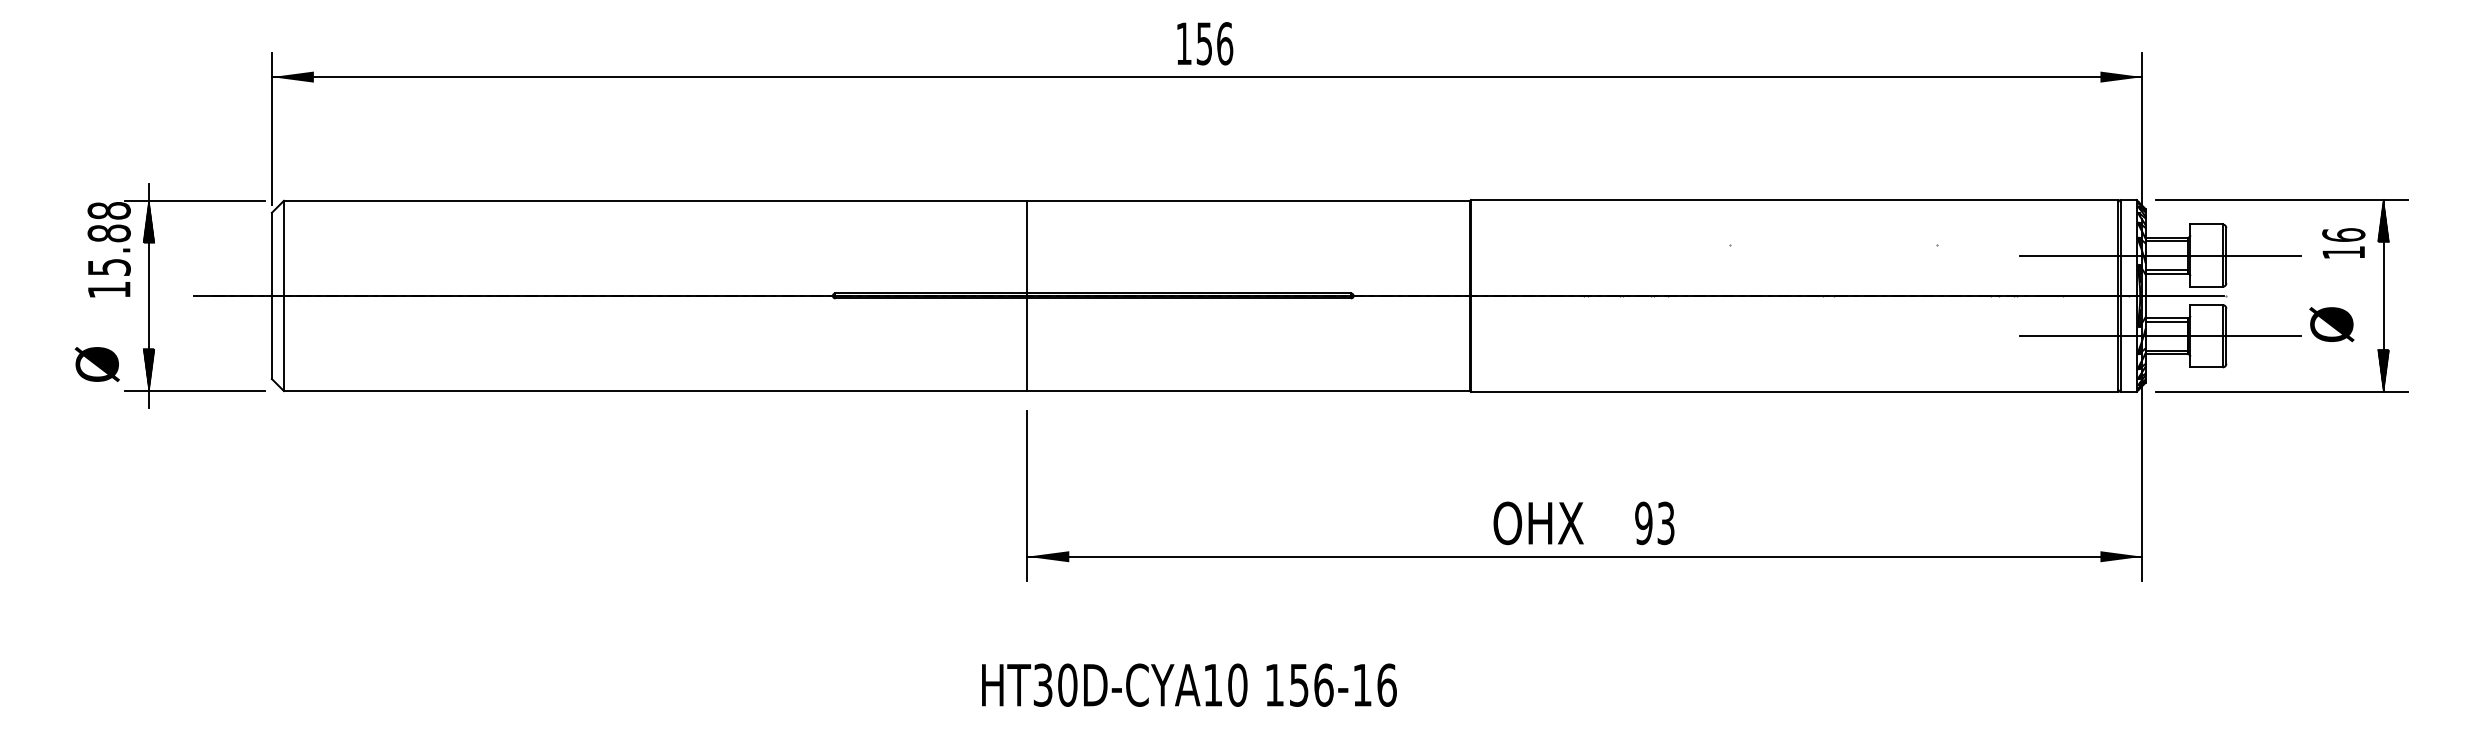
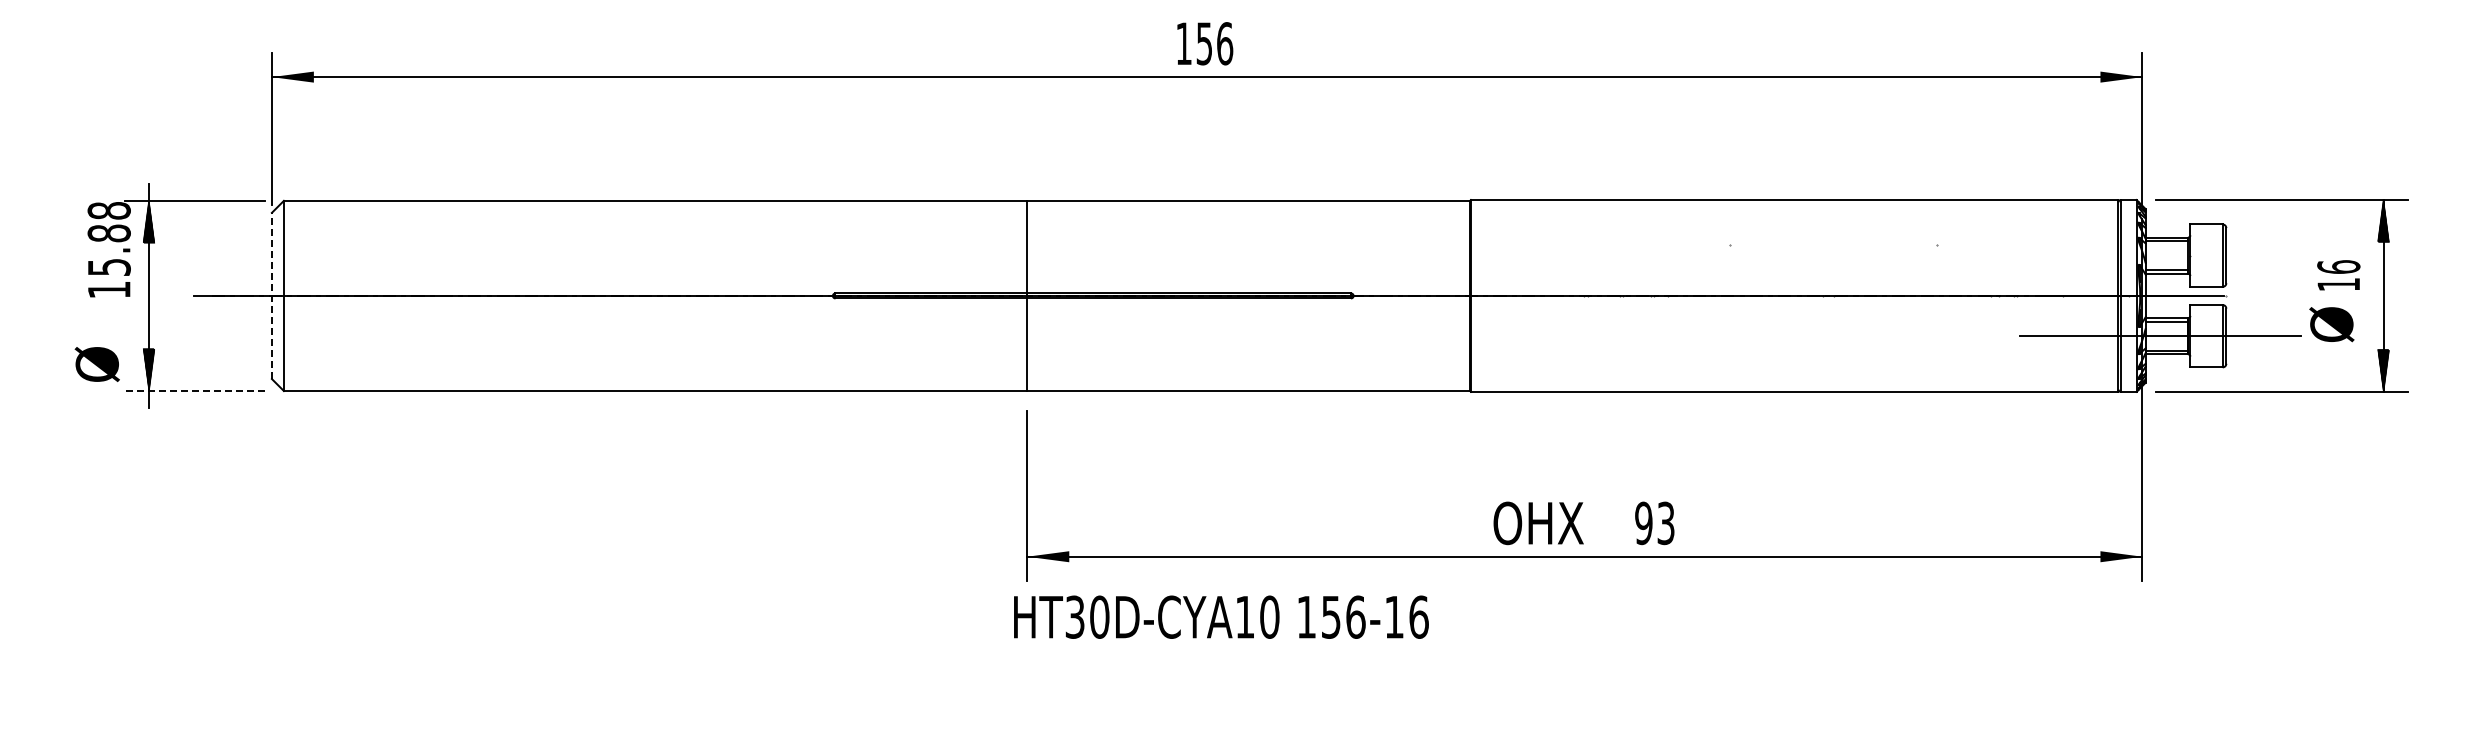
text at (2343, 243) position: (2343, 243) -> (2338, 275)
line at (2159, 255): present -> none
line at (271, 295): solid -> dashed
line at (194, 391): solid -> dashed
text at (1189, 684) position: (1189, 684) -> (1221, 616)
